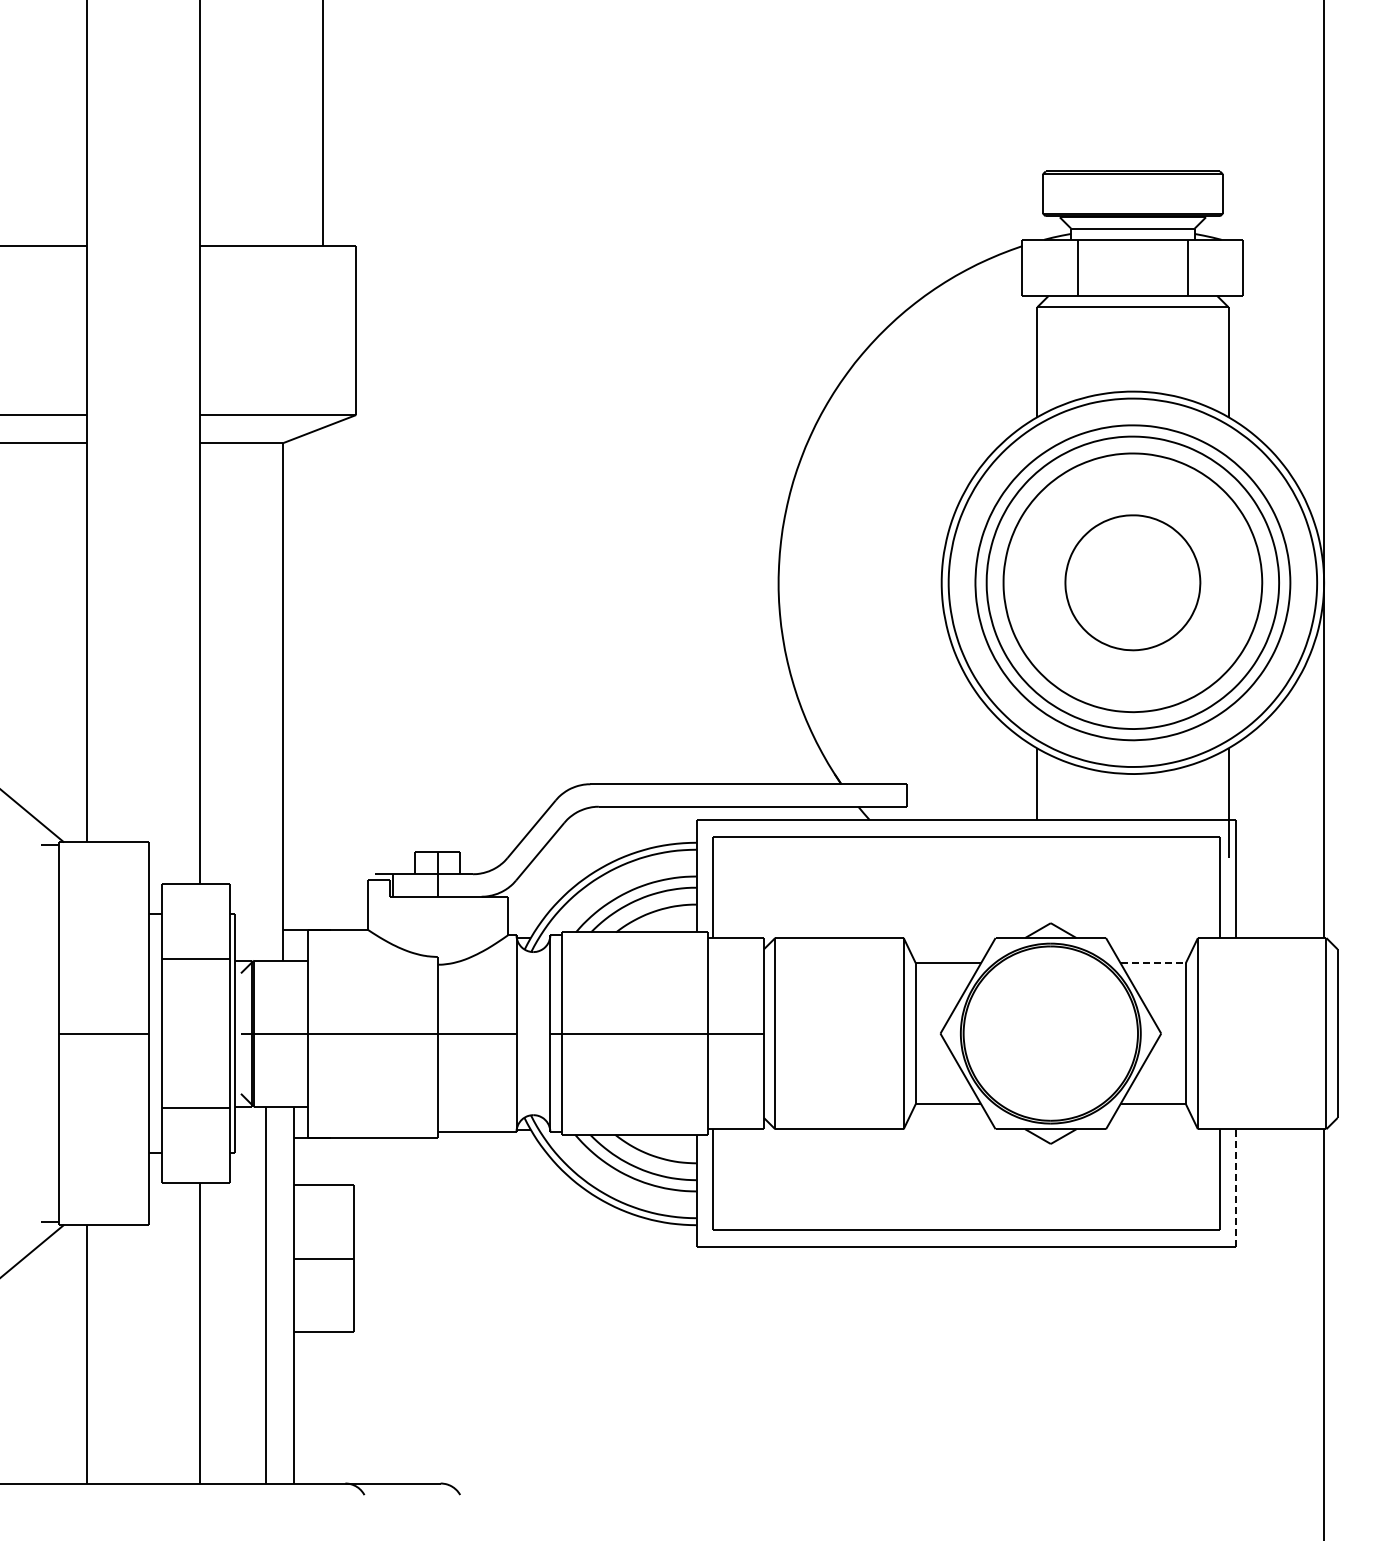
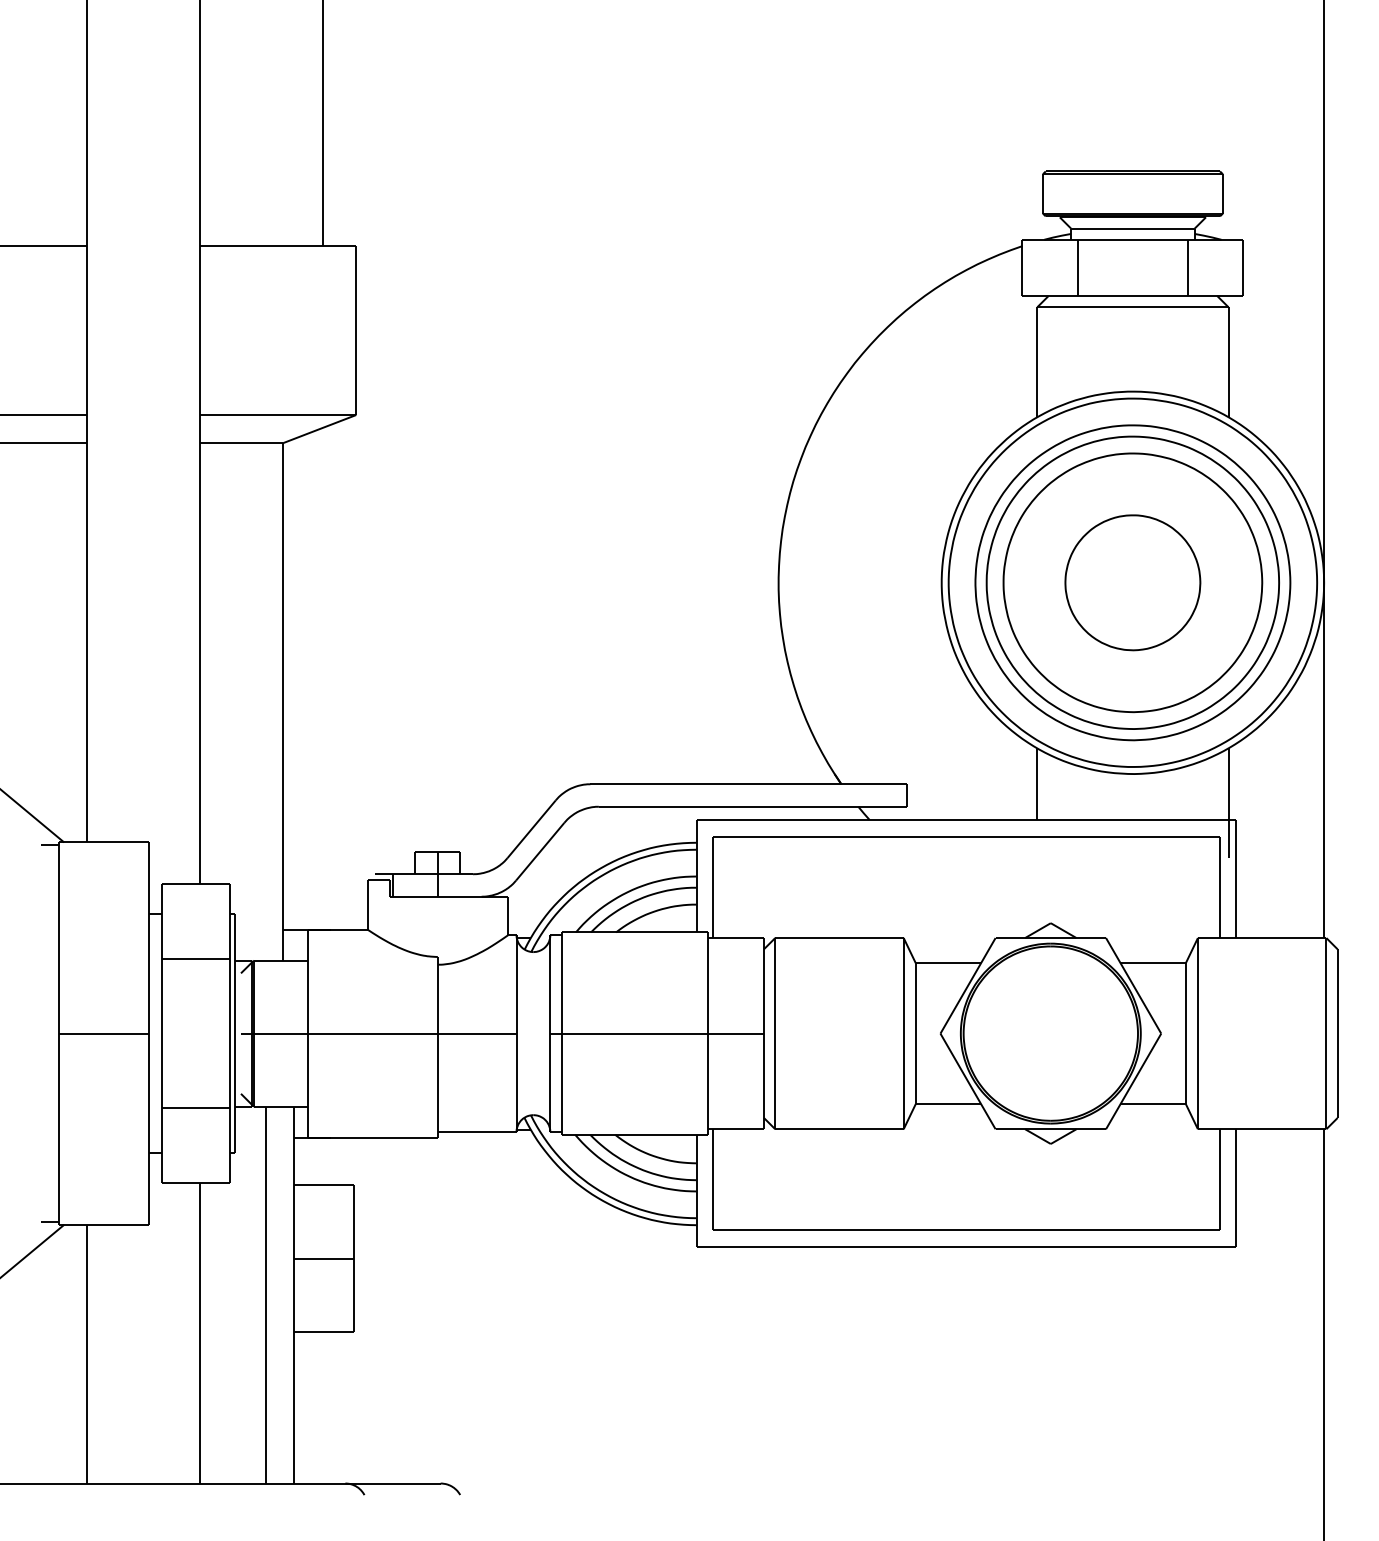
line at (1153, 963): dashed -> solid
line at (1236, 1187): dashed -> solid
